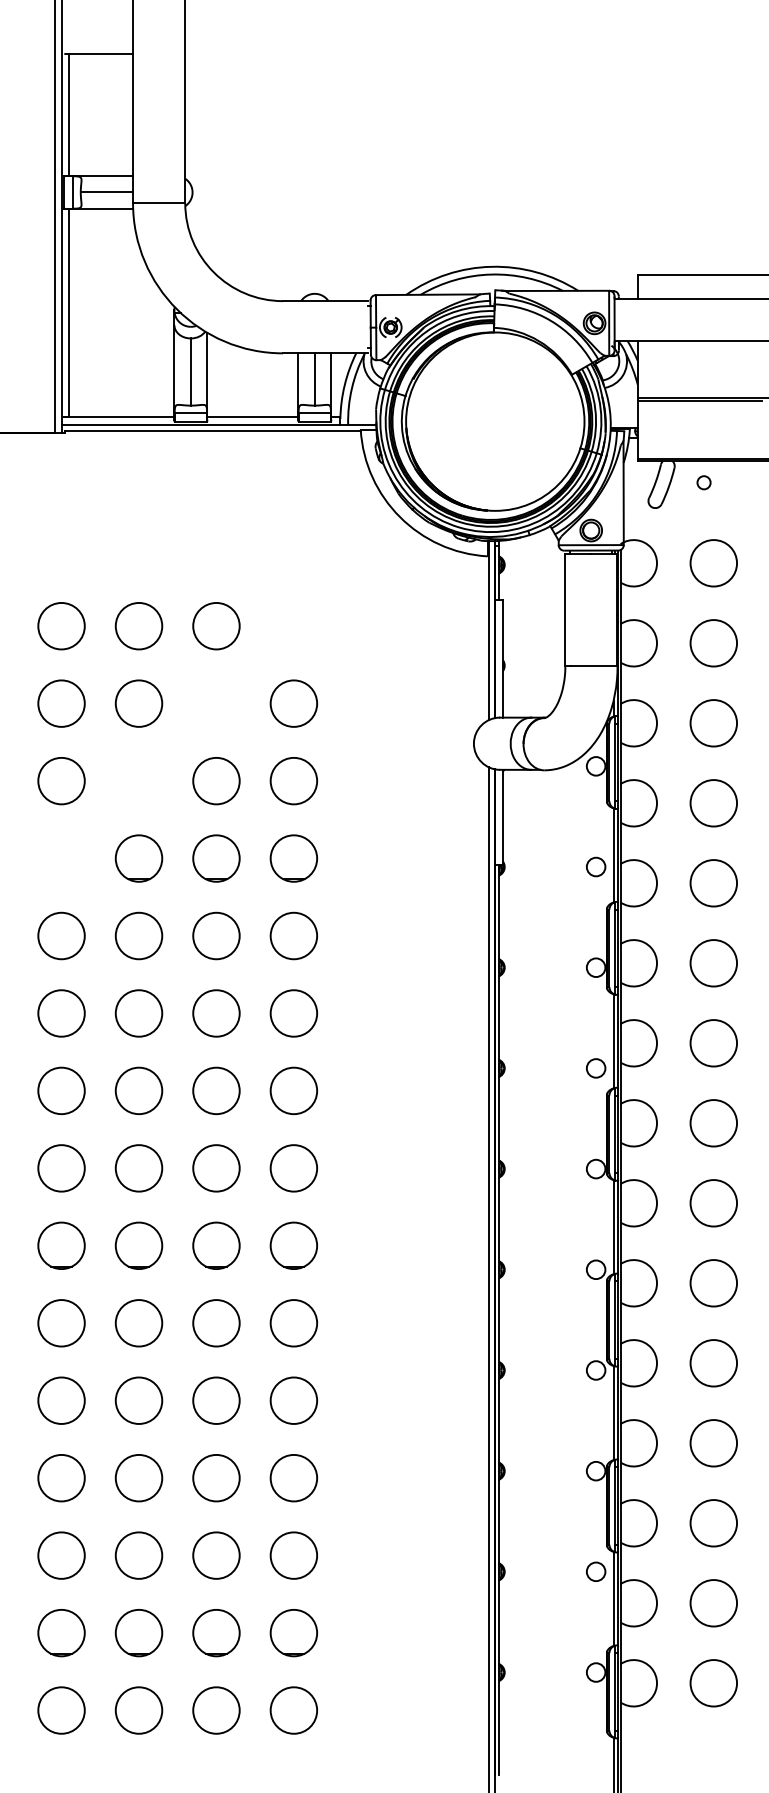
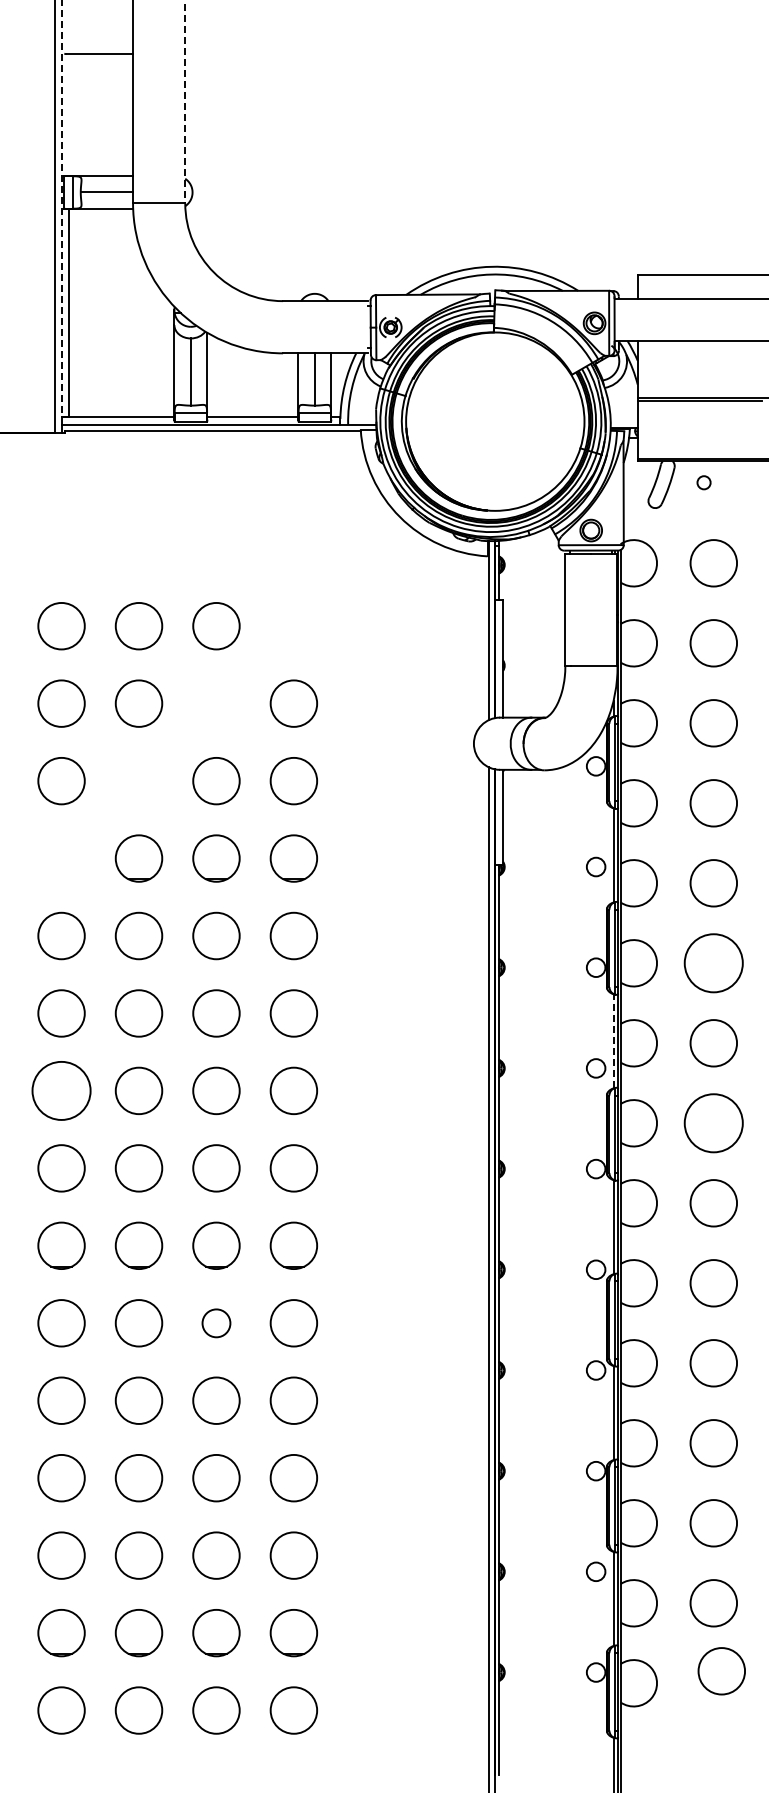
line at (185, 102): solid -> dashed
line at (69, 114): present -> none
line at (61, 209): solid -> dashed
circle at (713, 963) diameter: 46 px -> 58 px
line at (613, 1040): solid -> dashed
circle at (61, 1090) diameter: 46 px -> 58 px
circle at (713, 1123) diameter: 46 px -> 58 px
circle at (216, 1323) size: 49x49 px -> 31x31 px
circle at (713, 1683) position: (713, 1683) -> (721, 1671)
